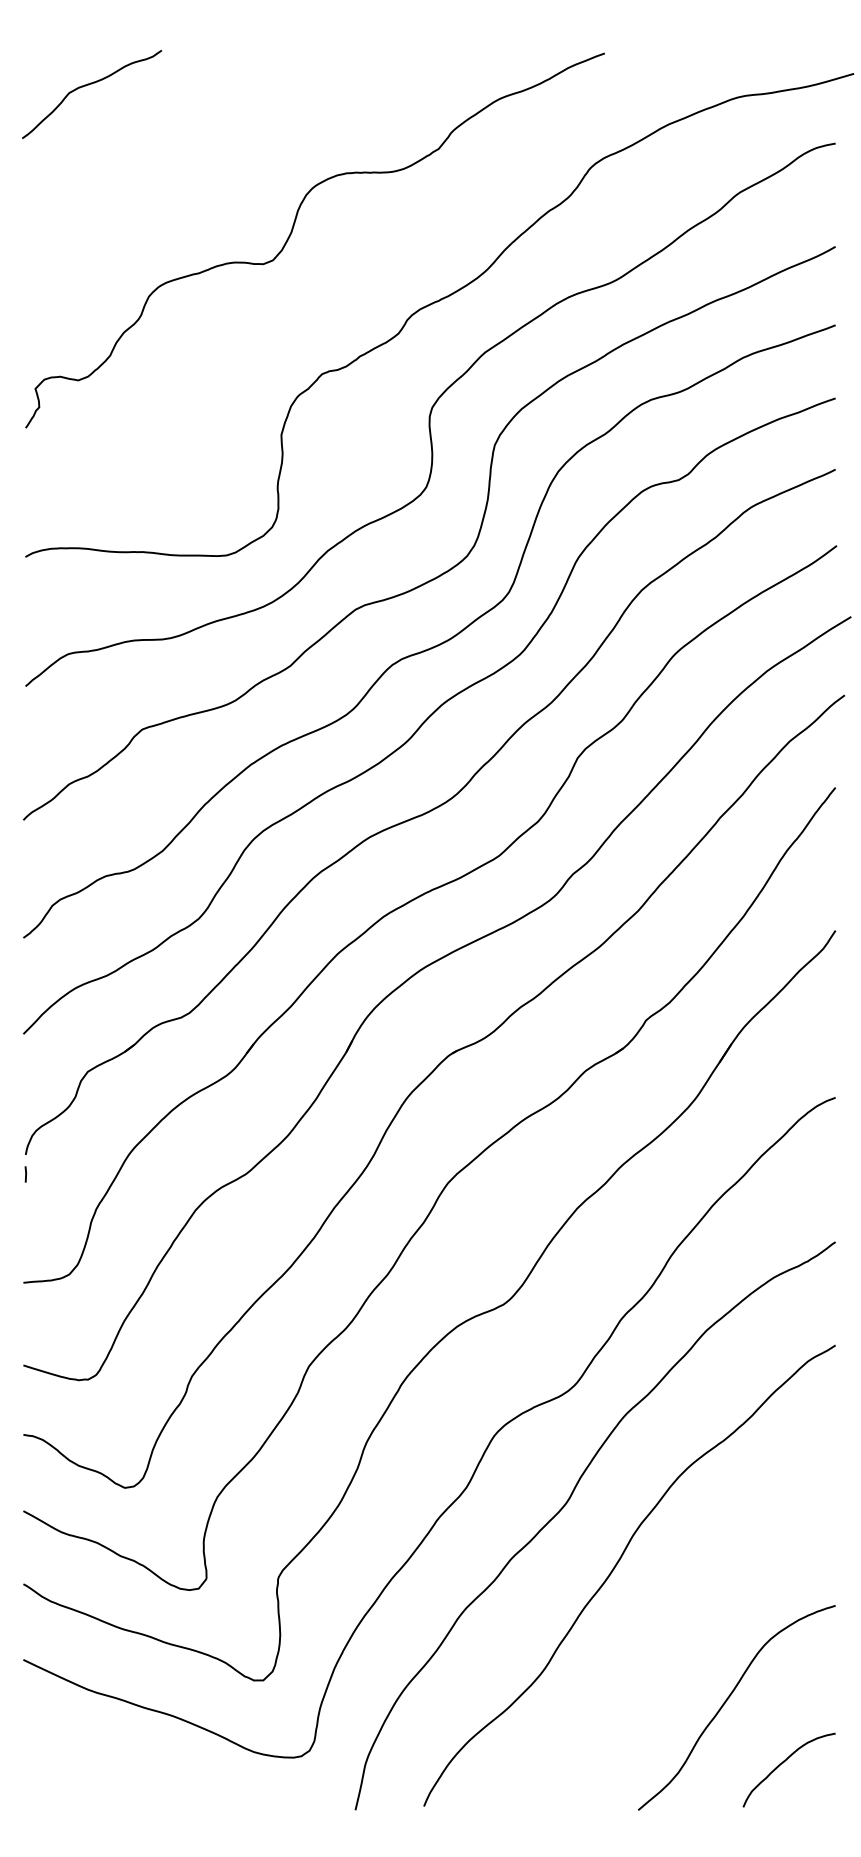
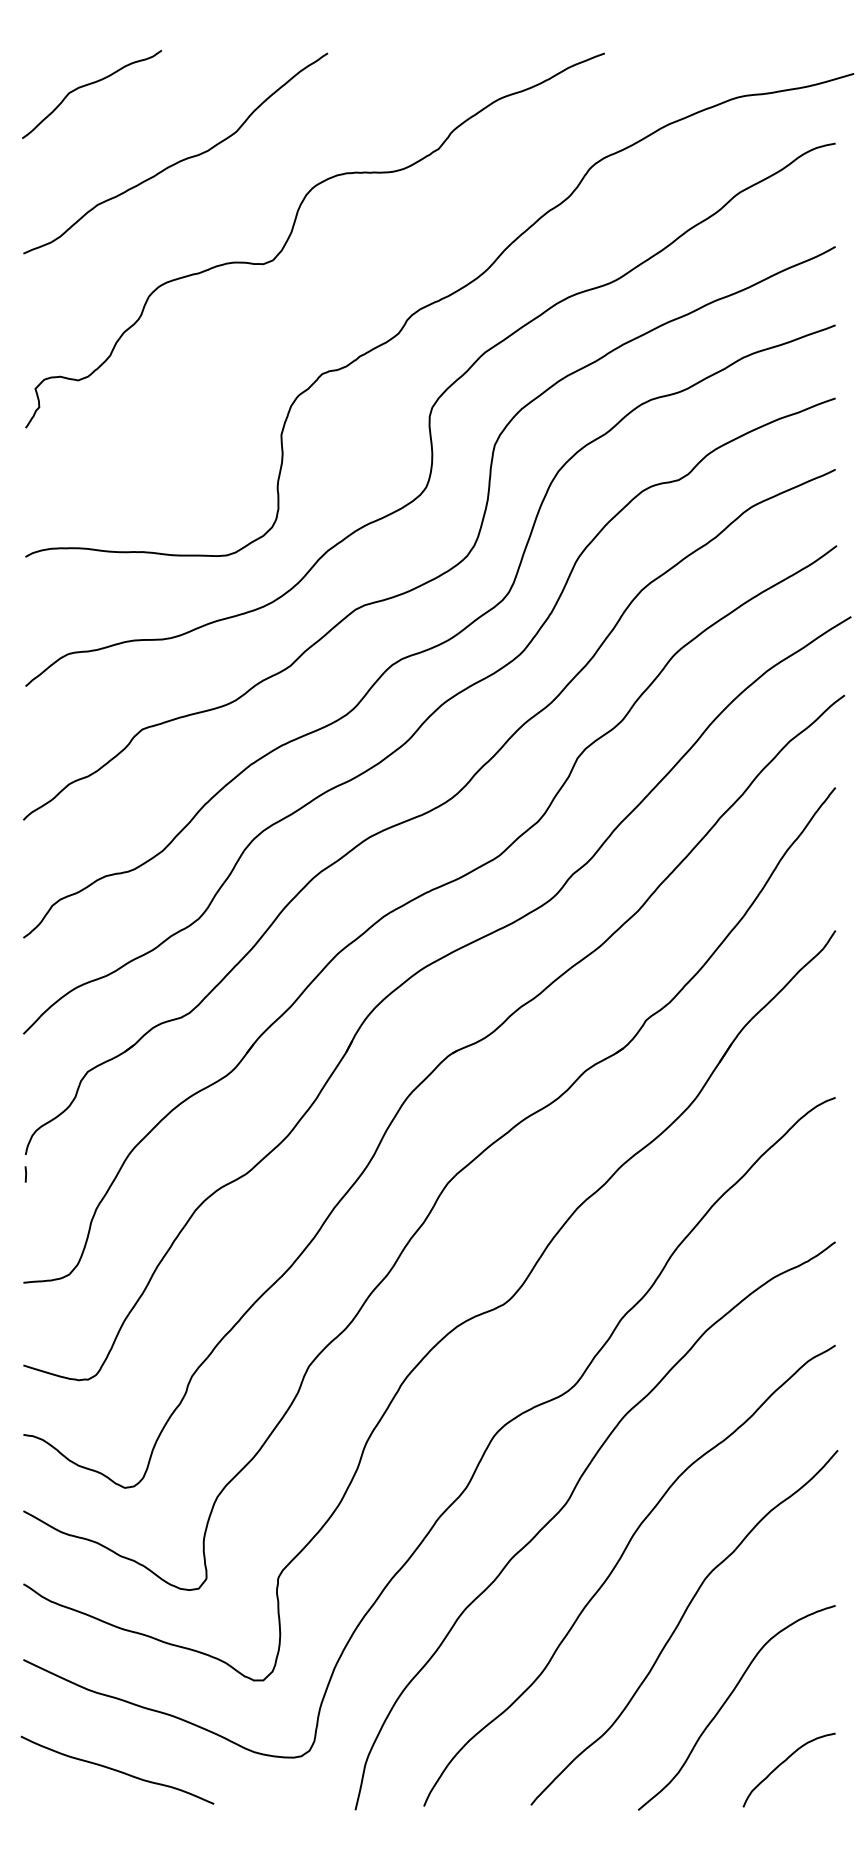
curve at (179, 160): none -> present
curve at (679, 1624): none -> present
curve at (117, 1769): none -> present
